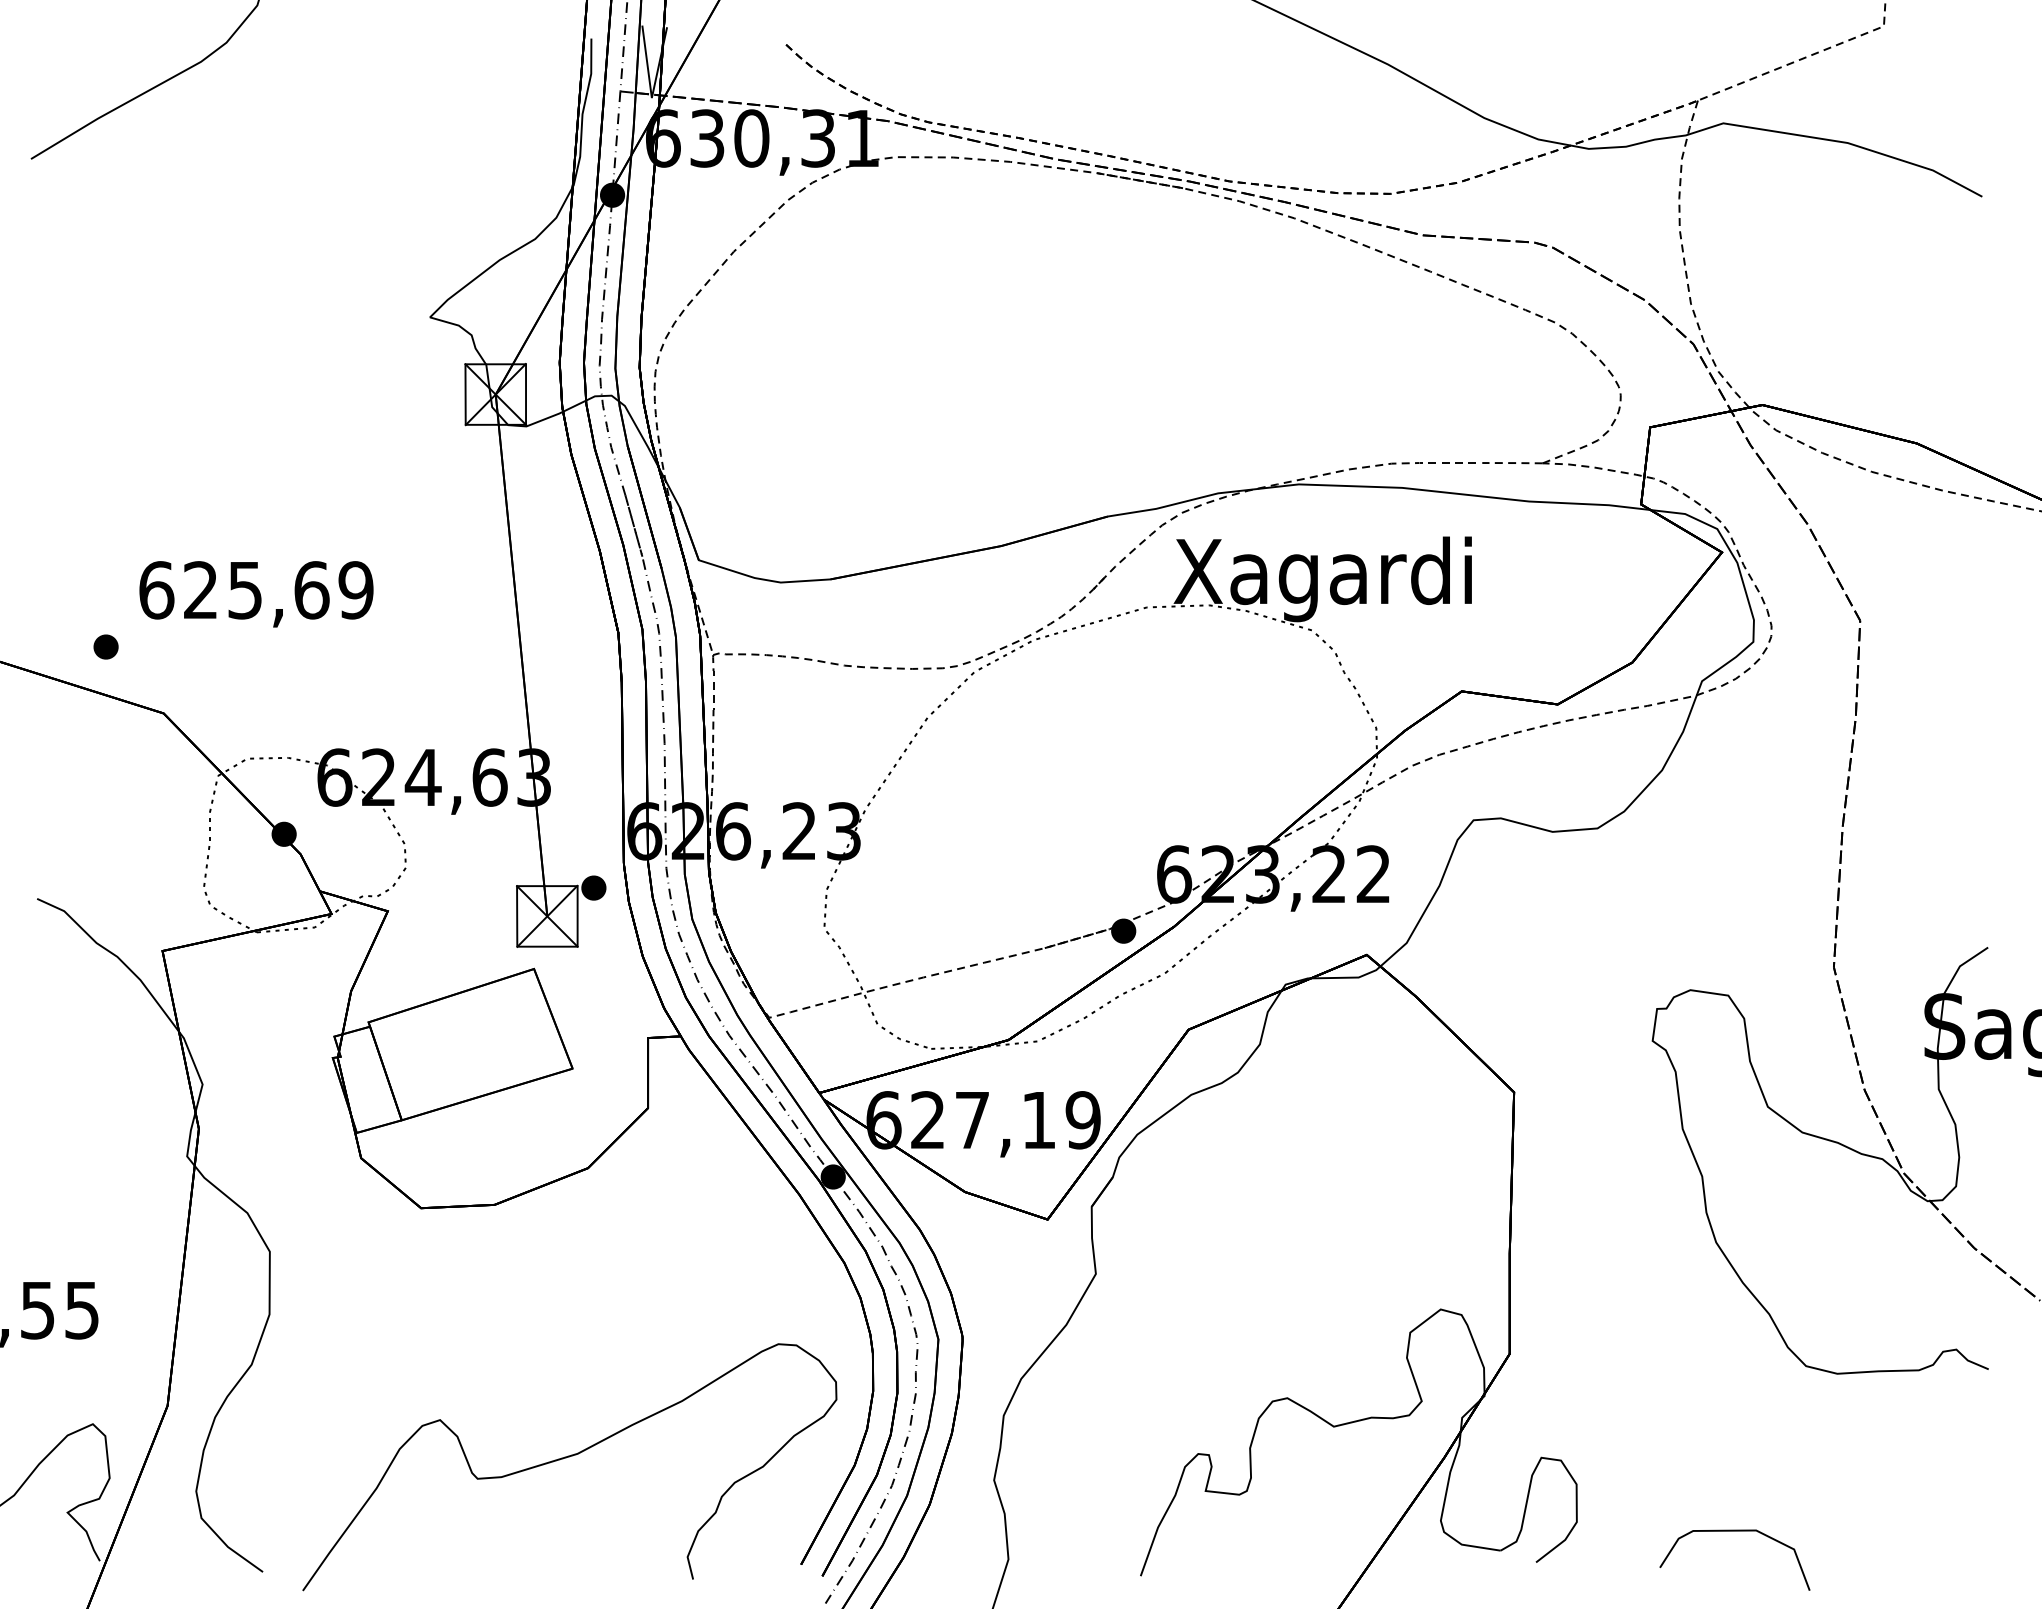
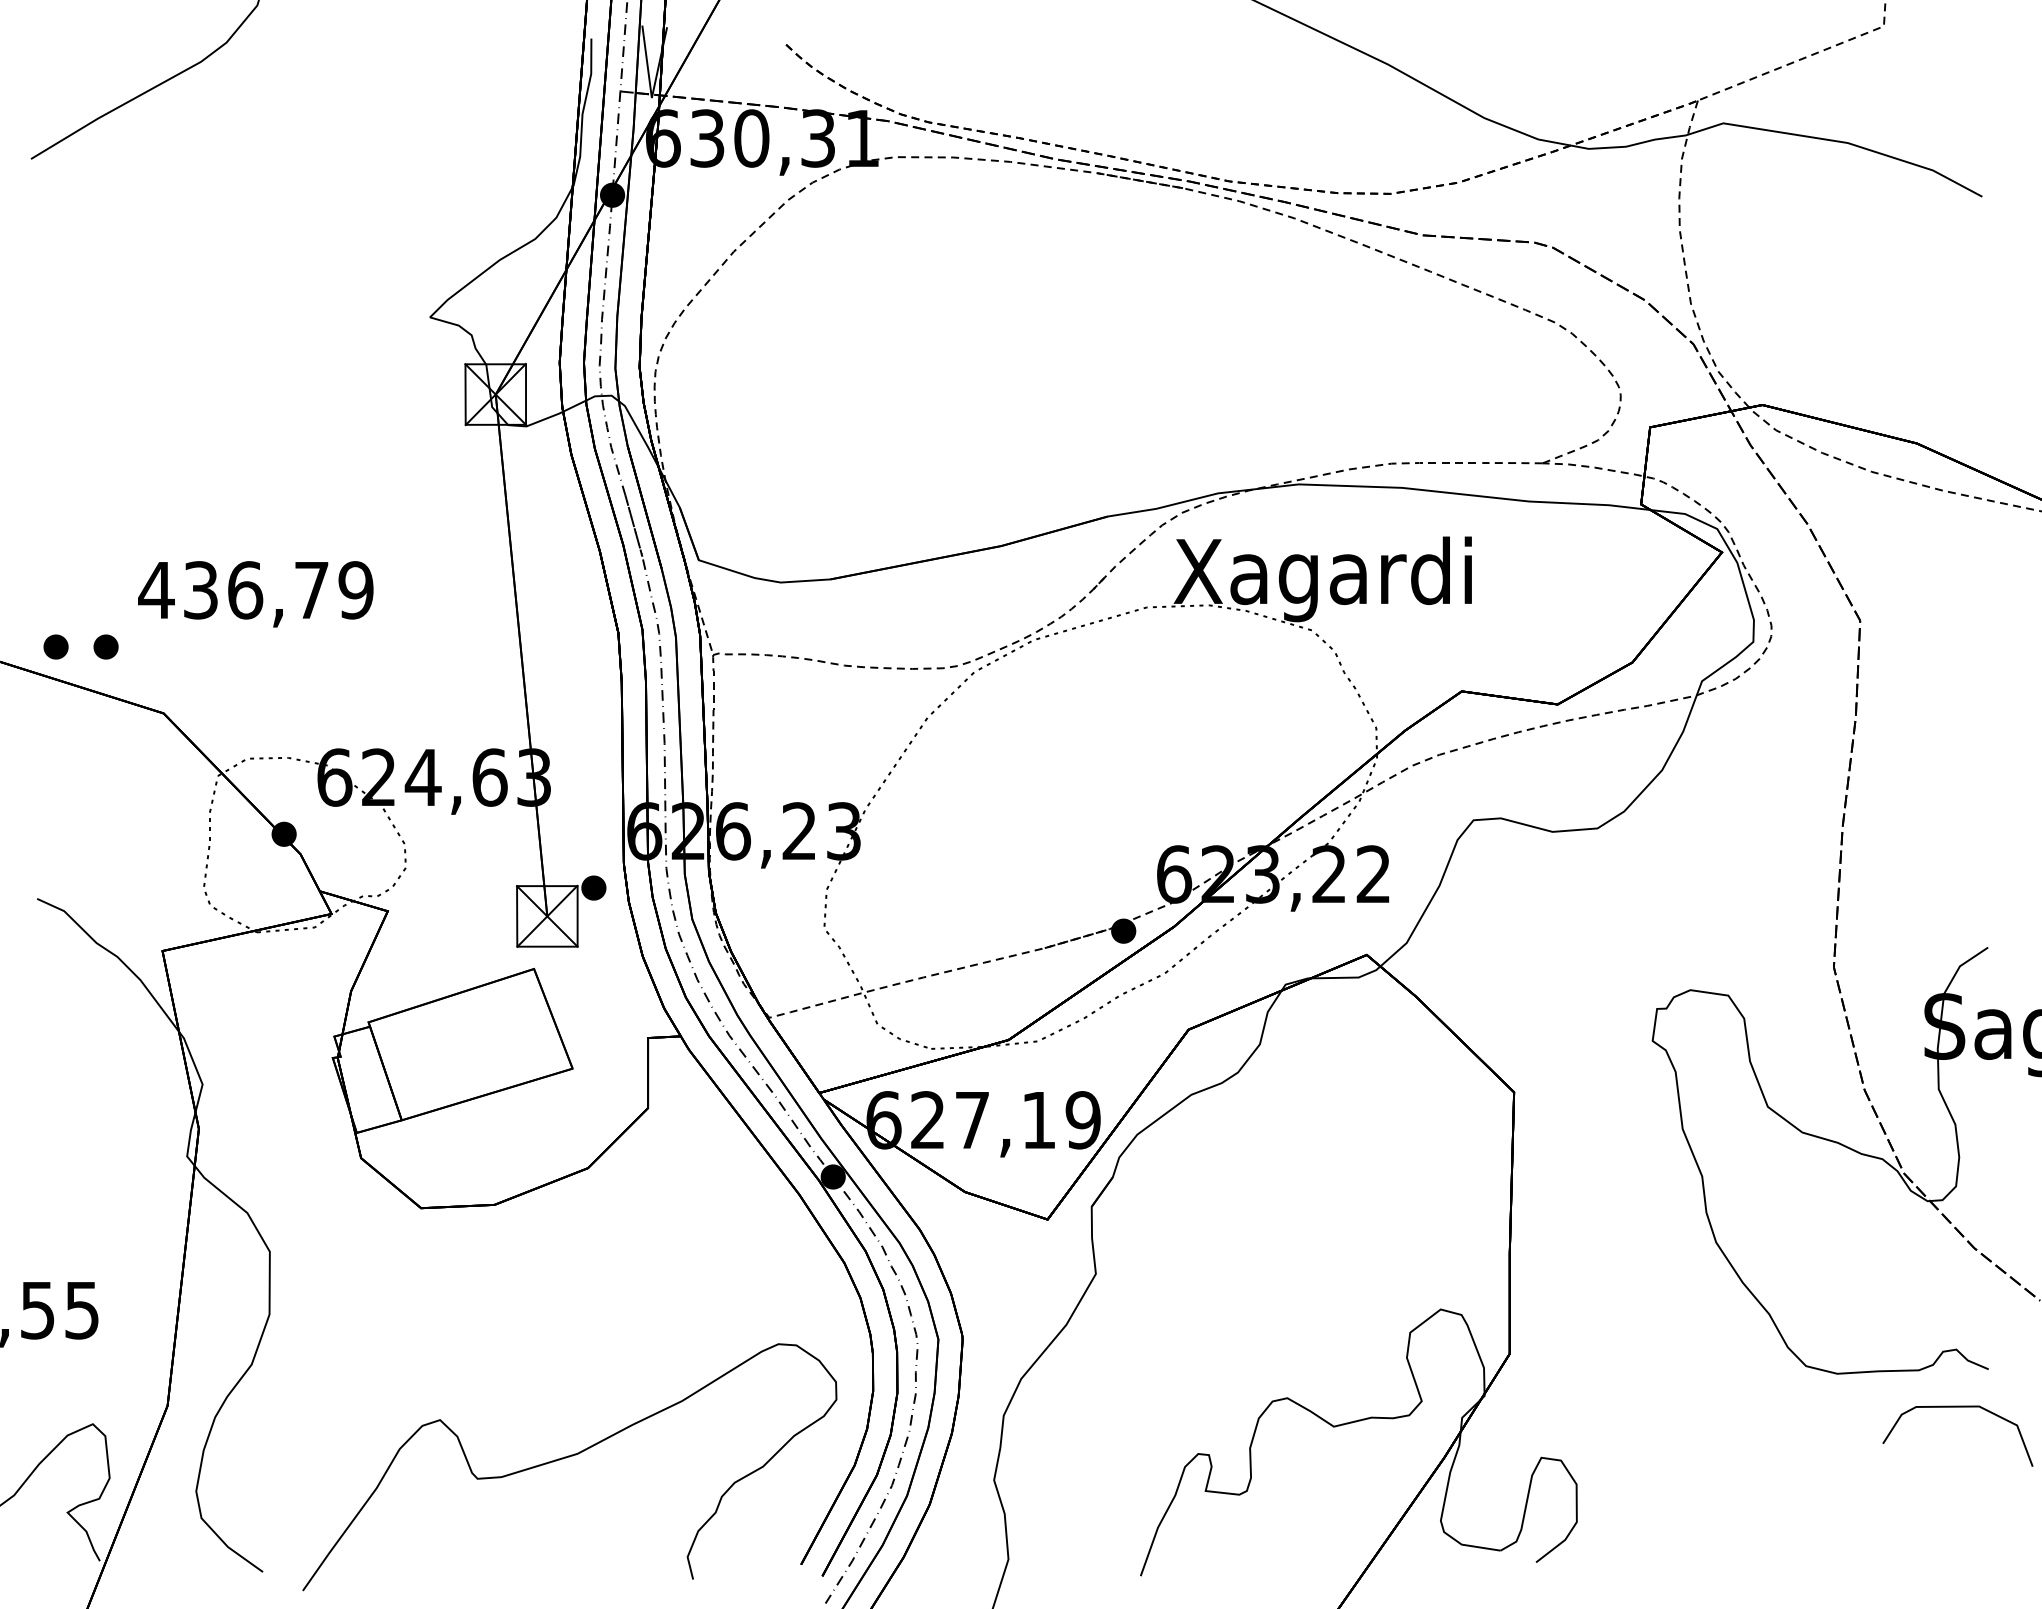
text at (233, 590): 625,69 -> 436,79
part at (55, 646): none -> present
curve at (1734, 1531) position: (1734, 1531) -> (1957, 1407)
